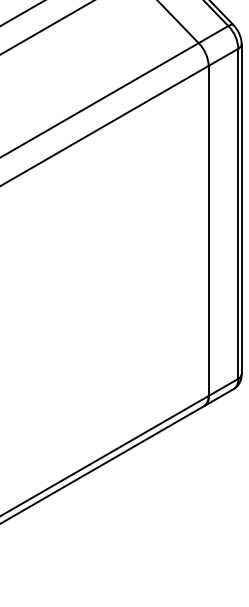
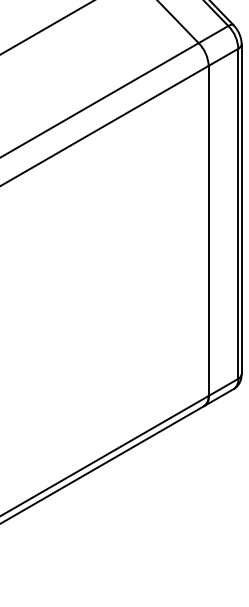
line at (21, 13): present -> none
